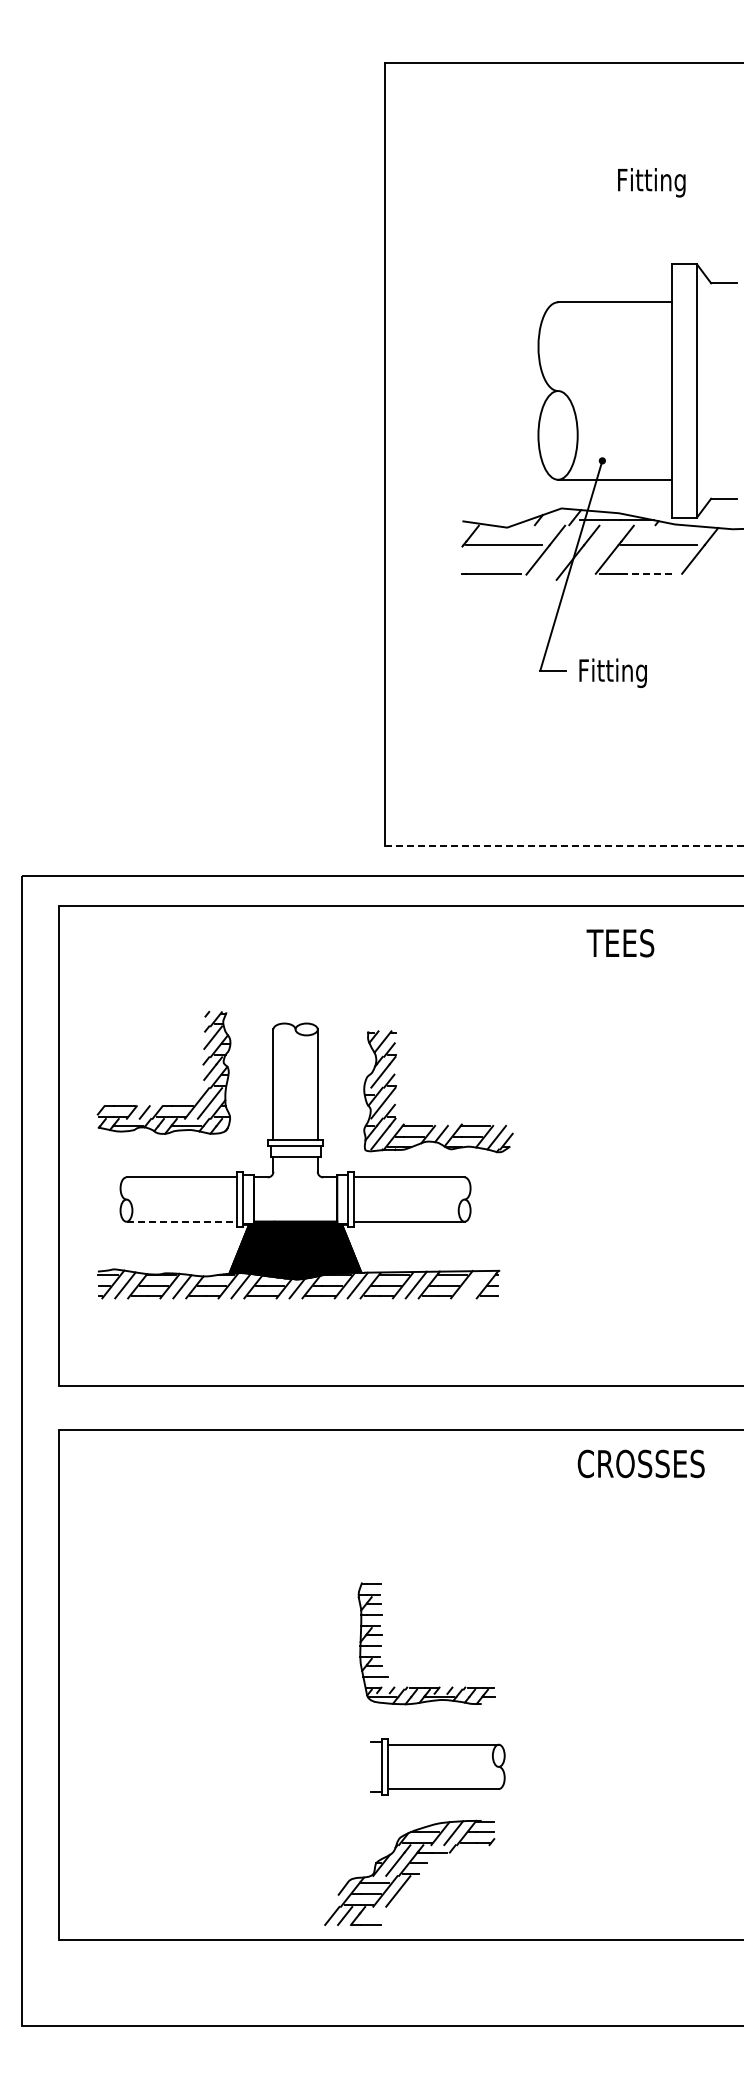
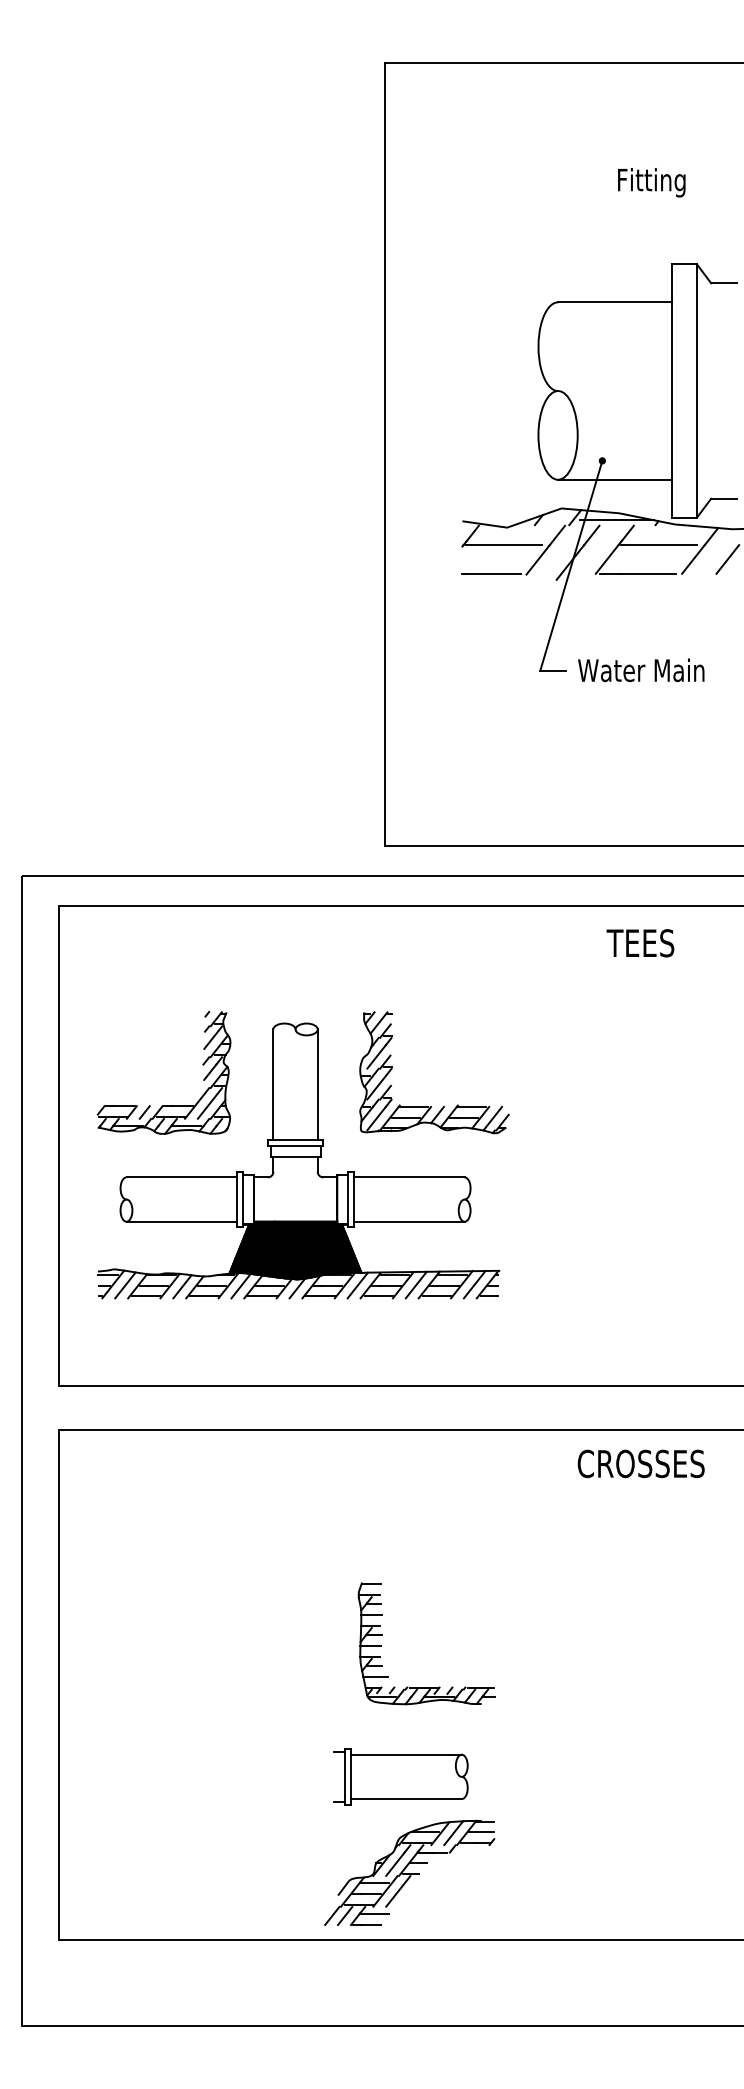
line at (727, 559): none -> present
line at (649, 573): dashed -> solid
text at (641, 673): Fitting -> Water Main
line at (564, 846): dashed -> solid
text at (620, 943) position: (620, 943) -> (640, 943)
part at (436, 1125) position: (436, 1125) -> (432, 1106)
line at (182, 1221): dashed -> solid
line at (474, 1284): none -> present
part at (437, 1766) position: (437, 1766) -> (400, 1776)
line at (374, 1914): none -> present
